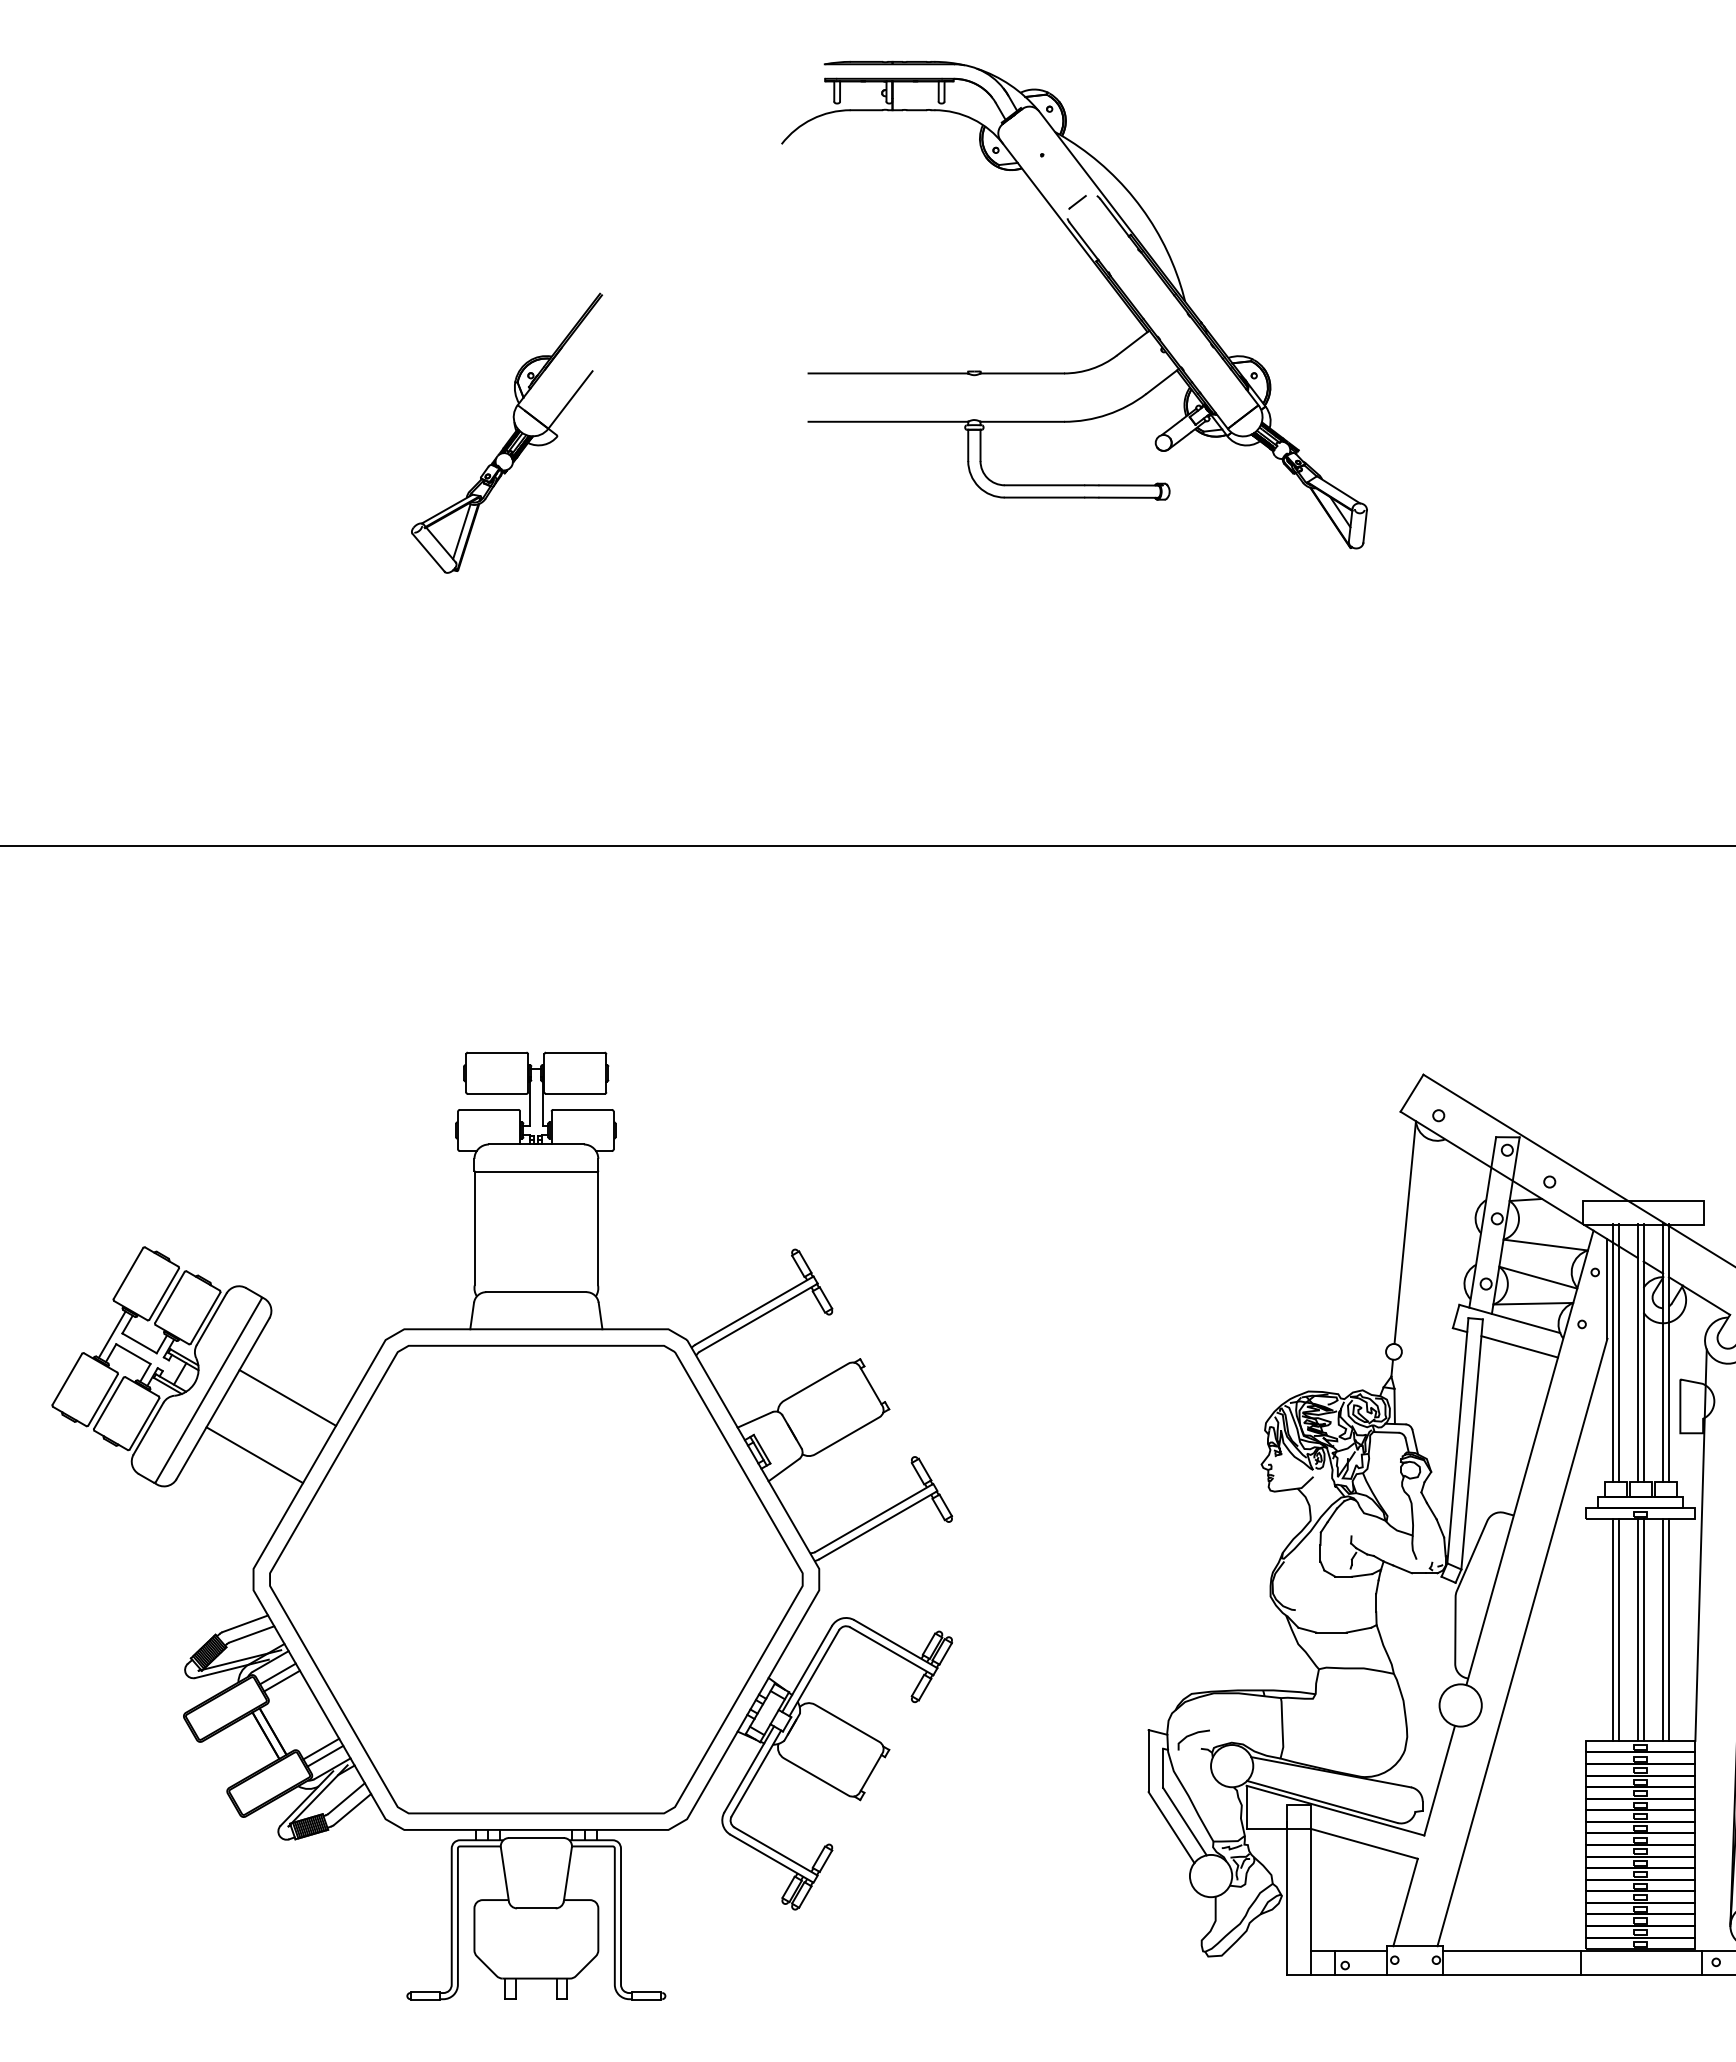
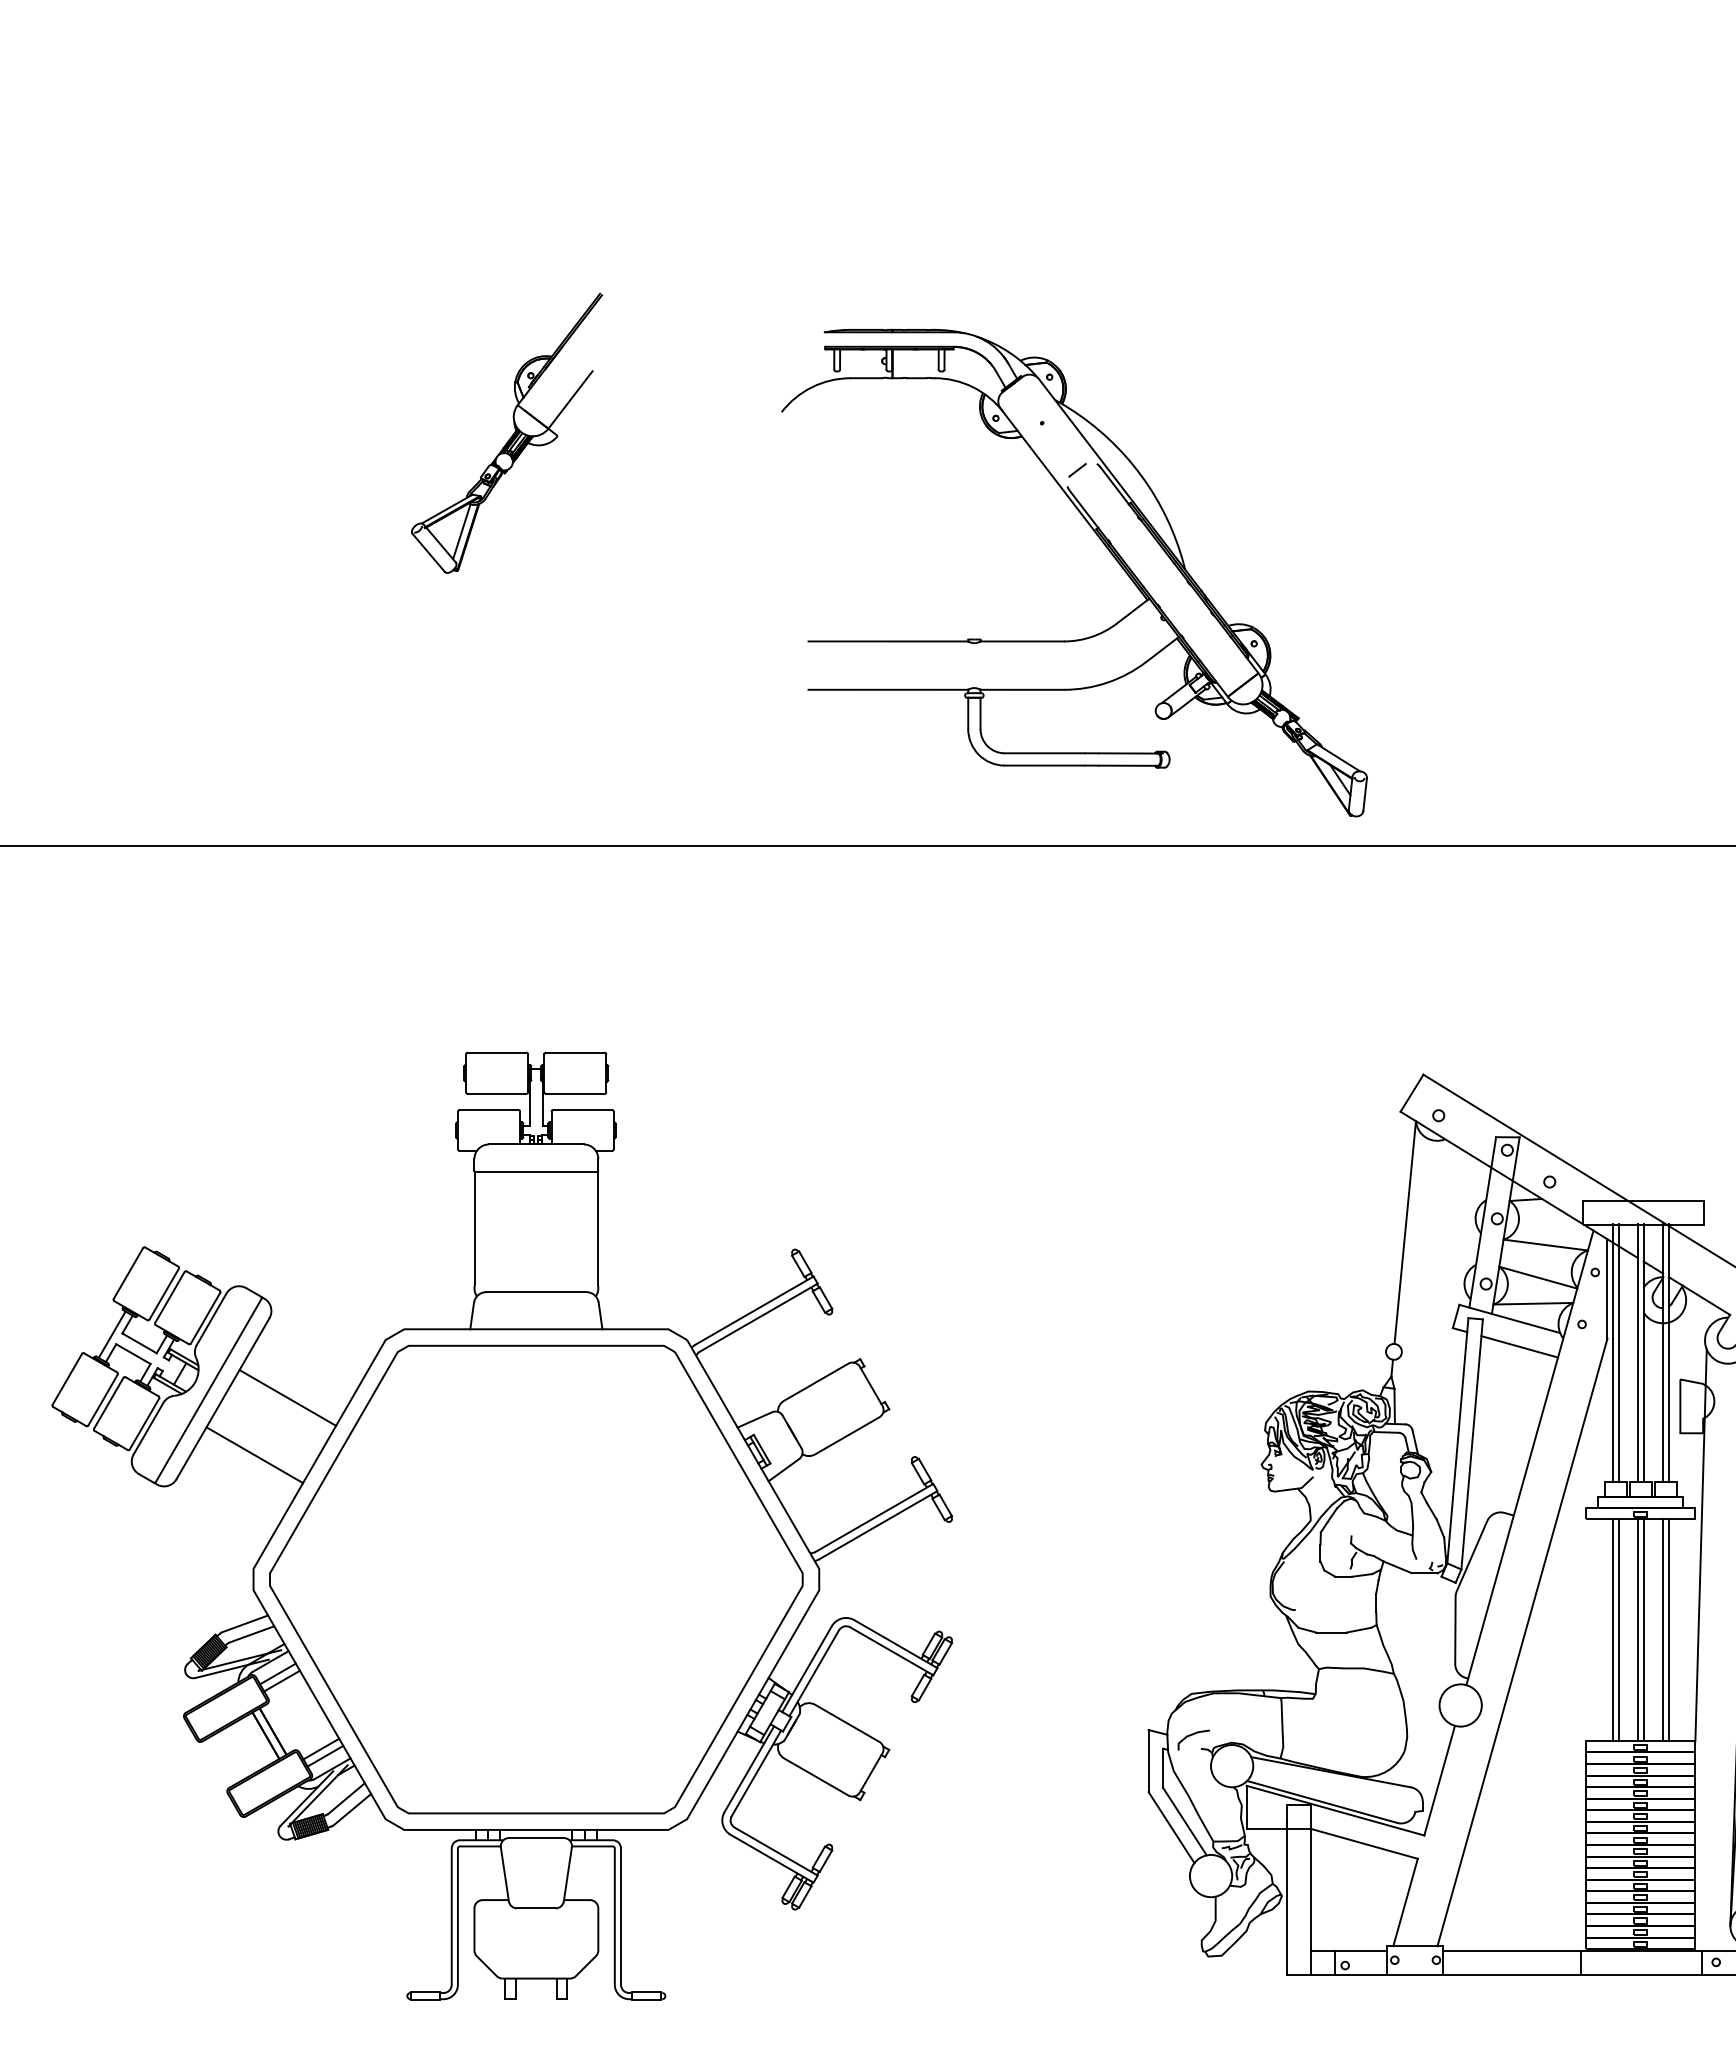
part at (1106, 280) position: (1106, 280) -> (1106, 548)
